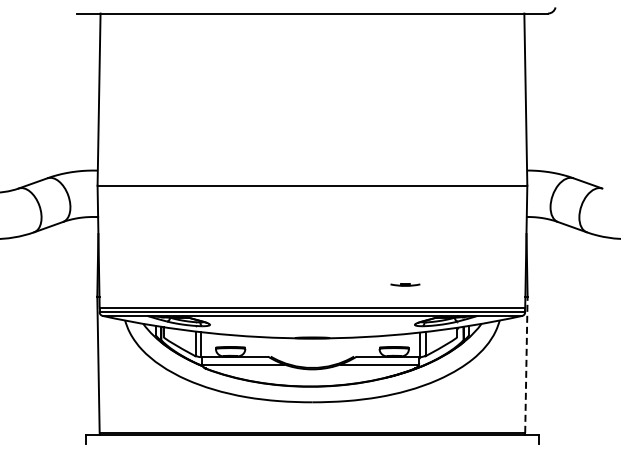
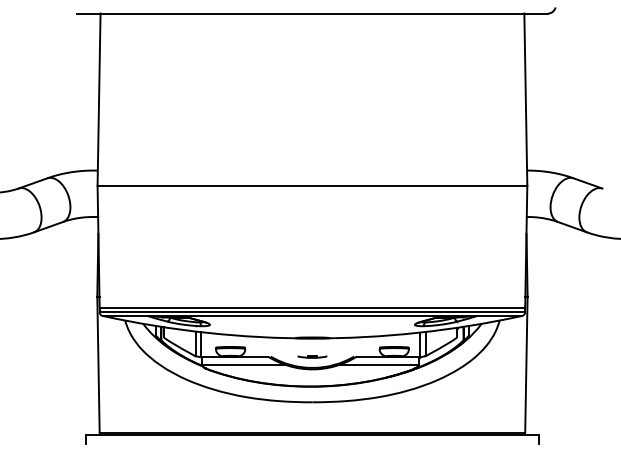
line at (405, 284) position: (405, 284) -> (312, 356)
line at (526, 364): dashed -> solid
